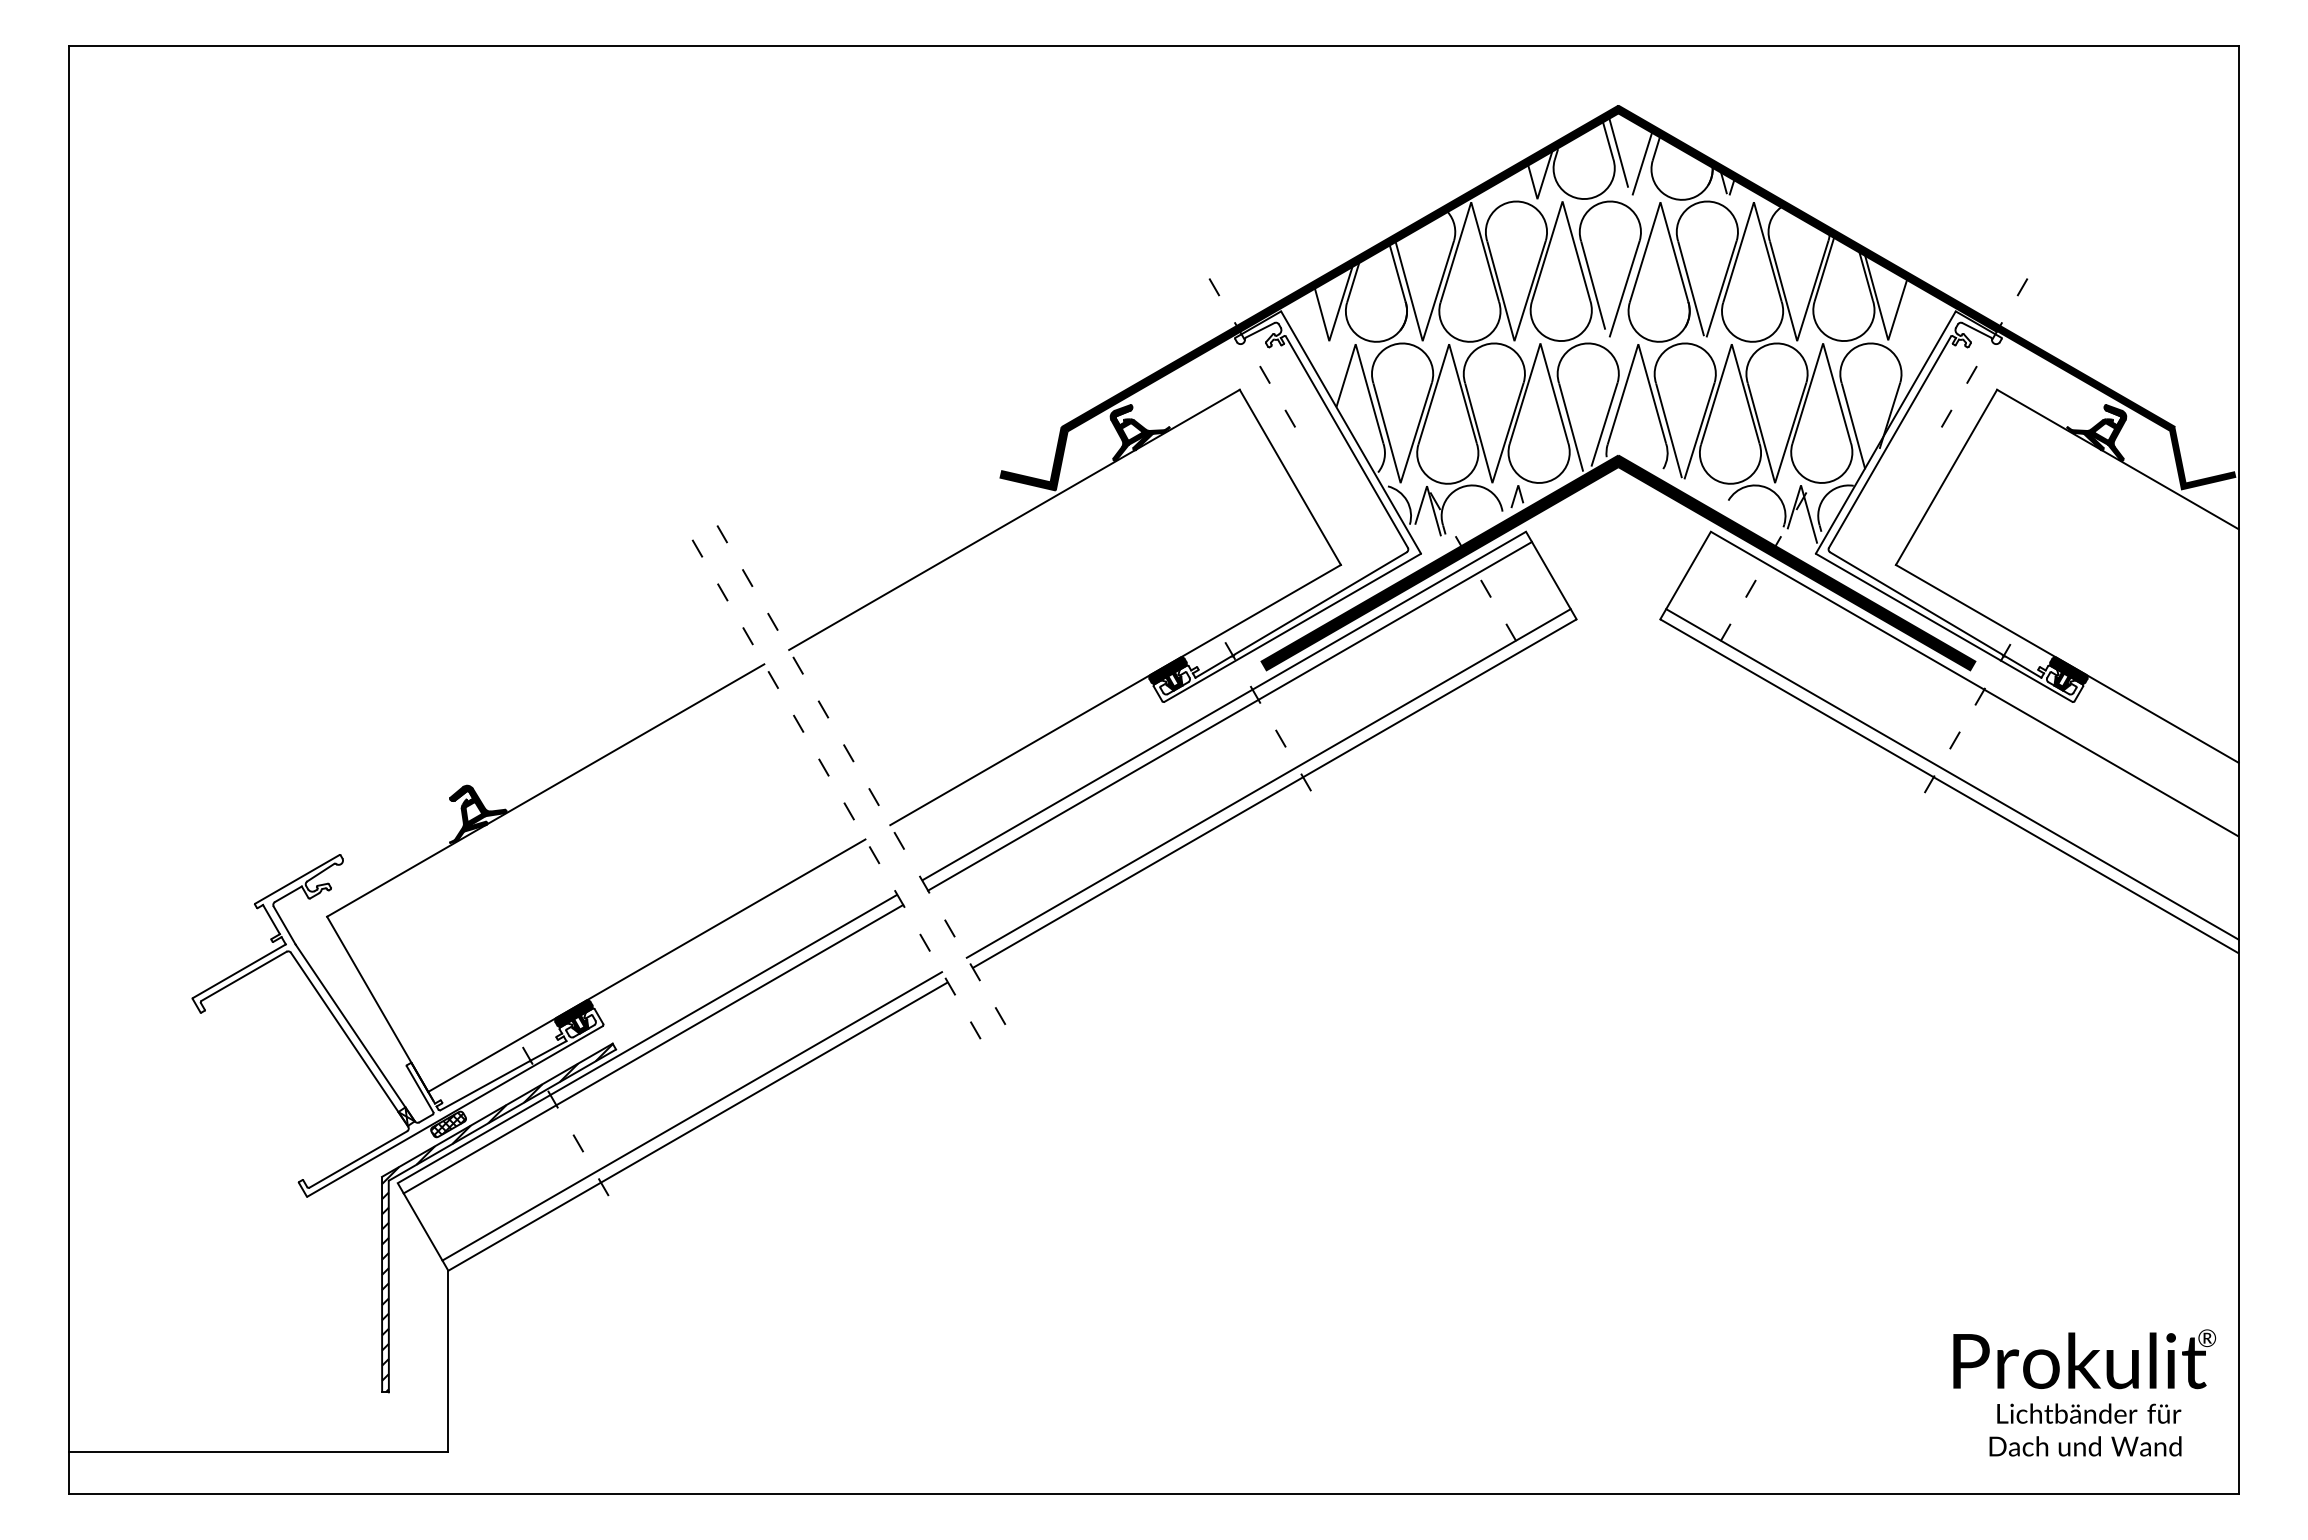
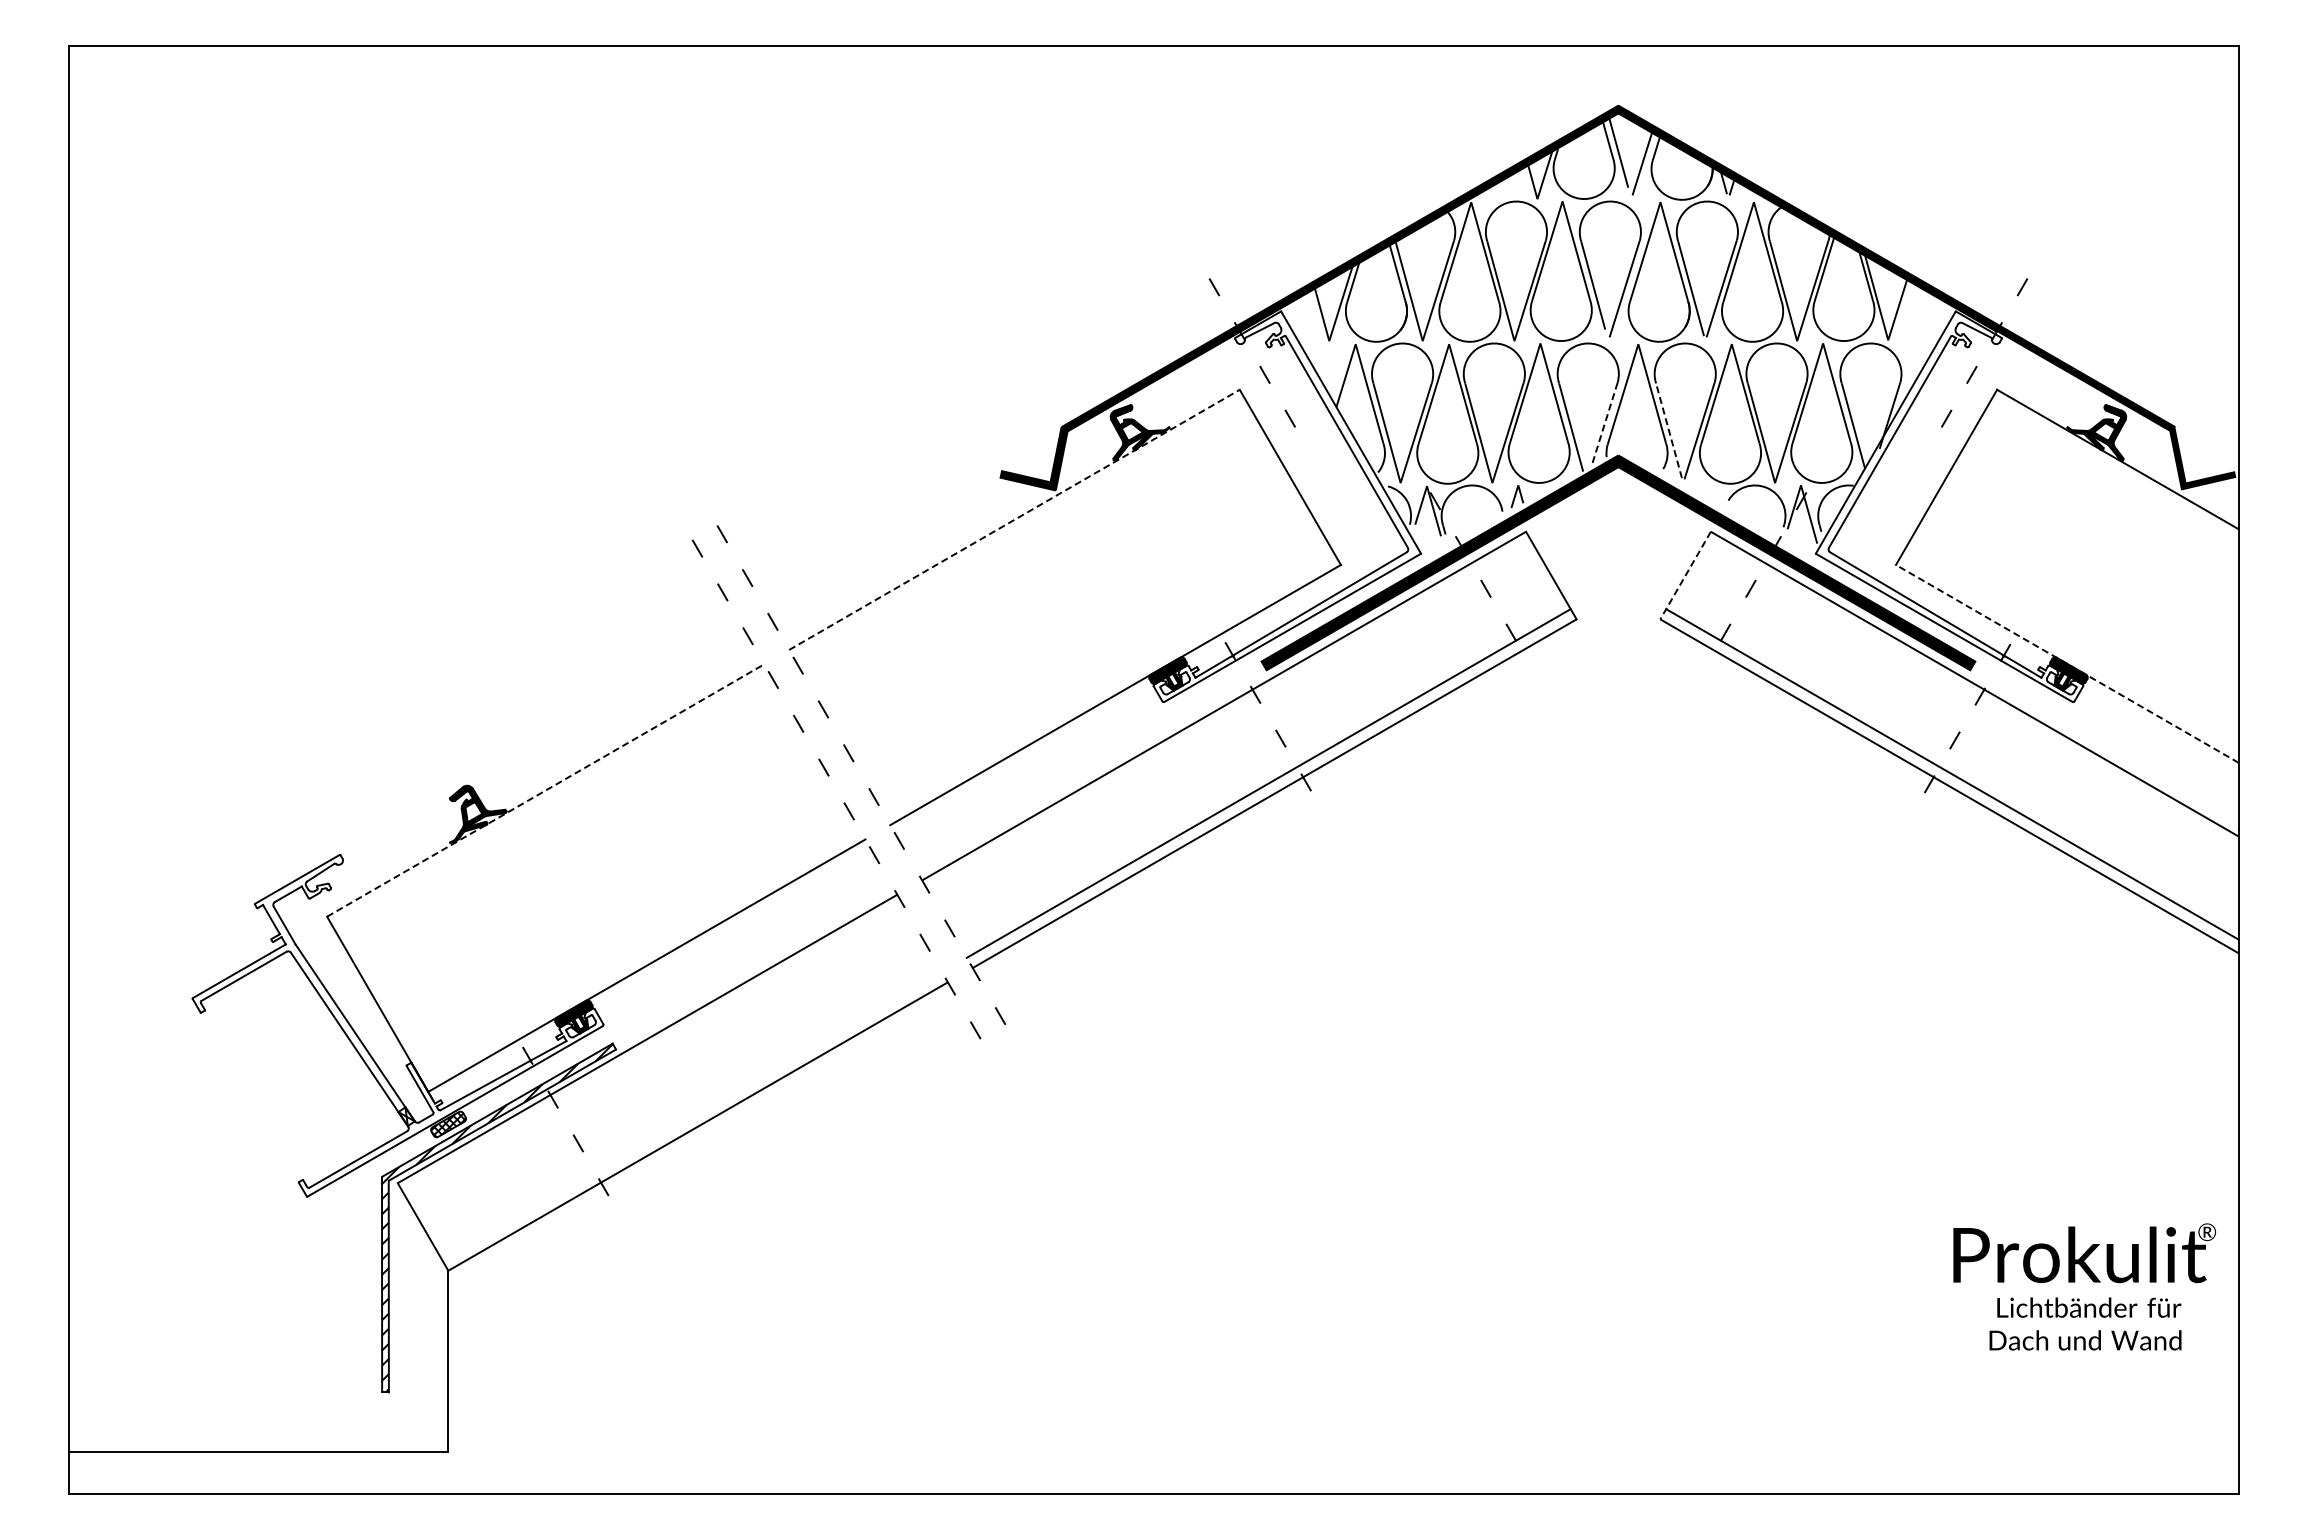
line at (1604, 424): solid -> dashed
line at (1668, 430): solid -> dashed
line at (1014, 519): solid -> dashed
line at (1685, 575): solid -> dashed
line at (2067, 663): solid -> dashed
line at (1229, 716): present -> none
line at (546, 790): solid -> dashed
line at (653, 1049): present -> none
line at (692, 1116): present -> none
text at (2084, 1392) position: (2084, 1392) -> (2084, 1286)
